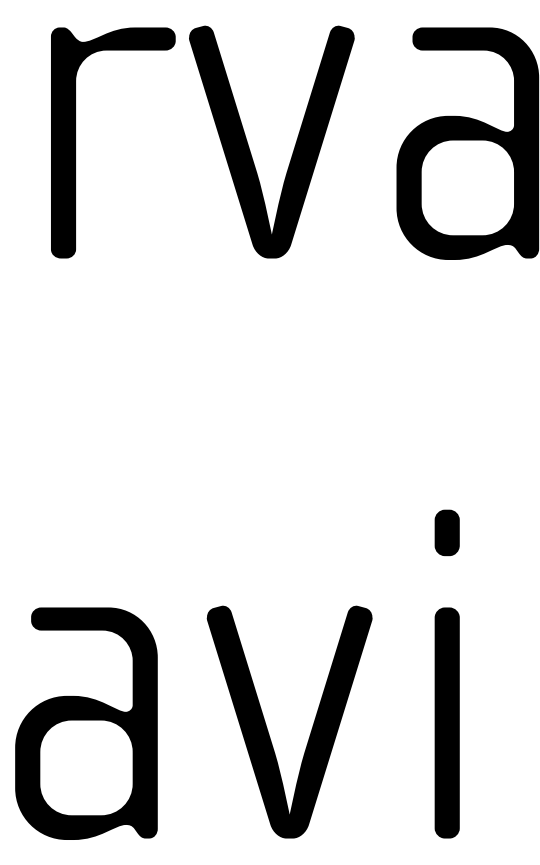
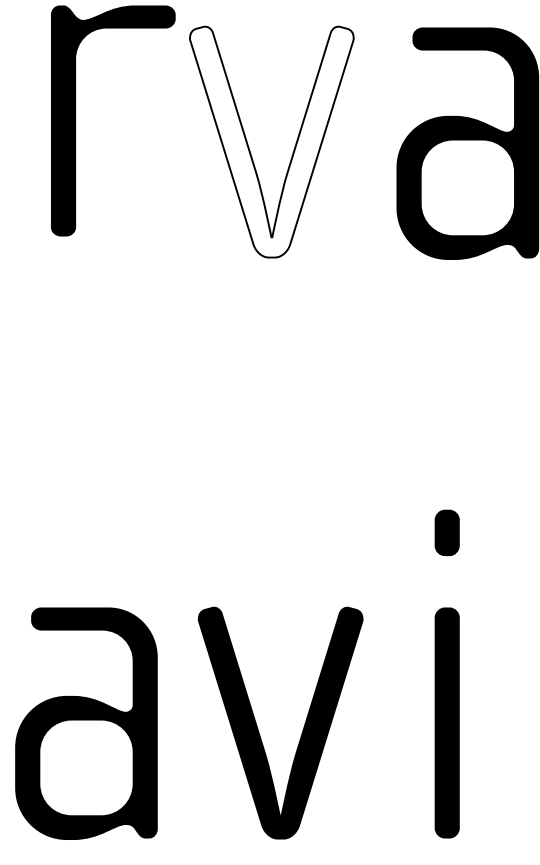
fill at (271, 141): present -> none
part at (75, 142) position: (75, 142) -> (75, 120)
part at (267, 727) position: (267, 727) -> (258, 728)
